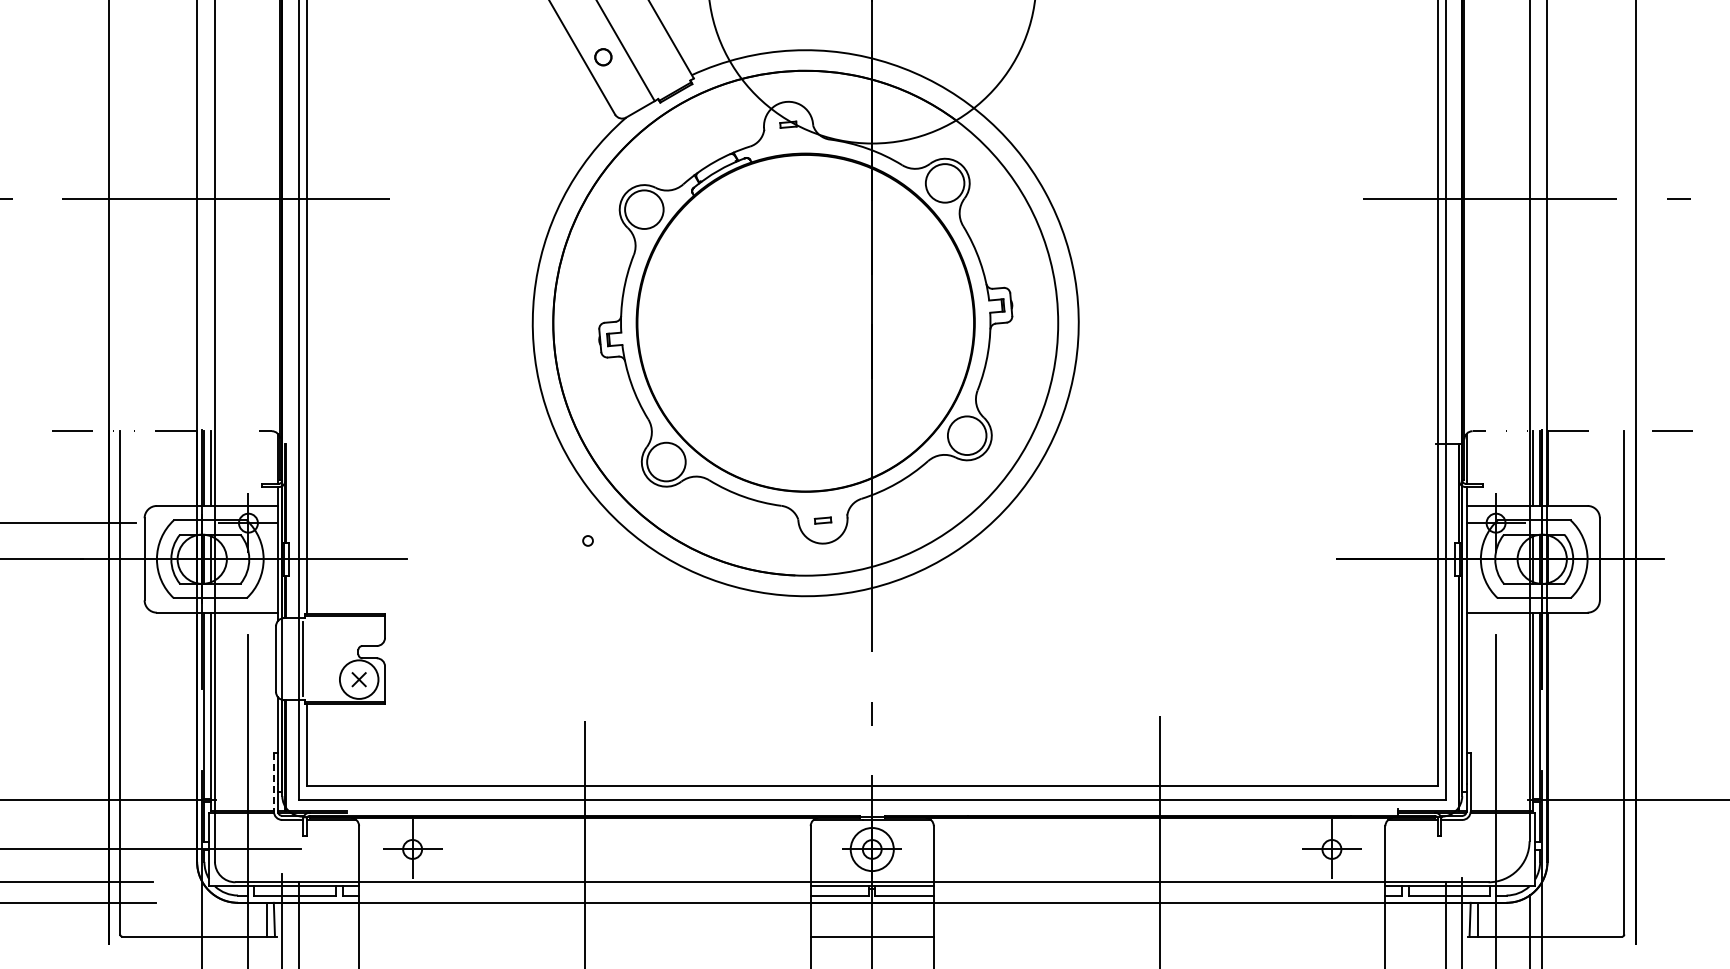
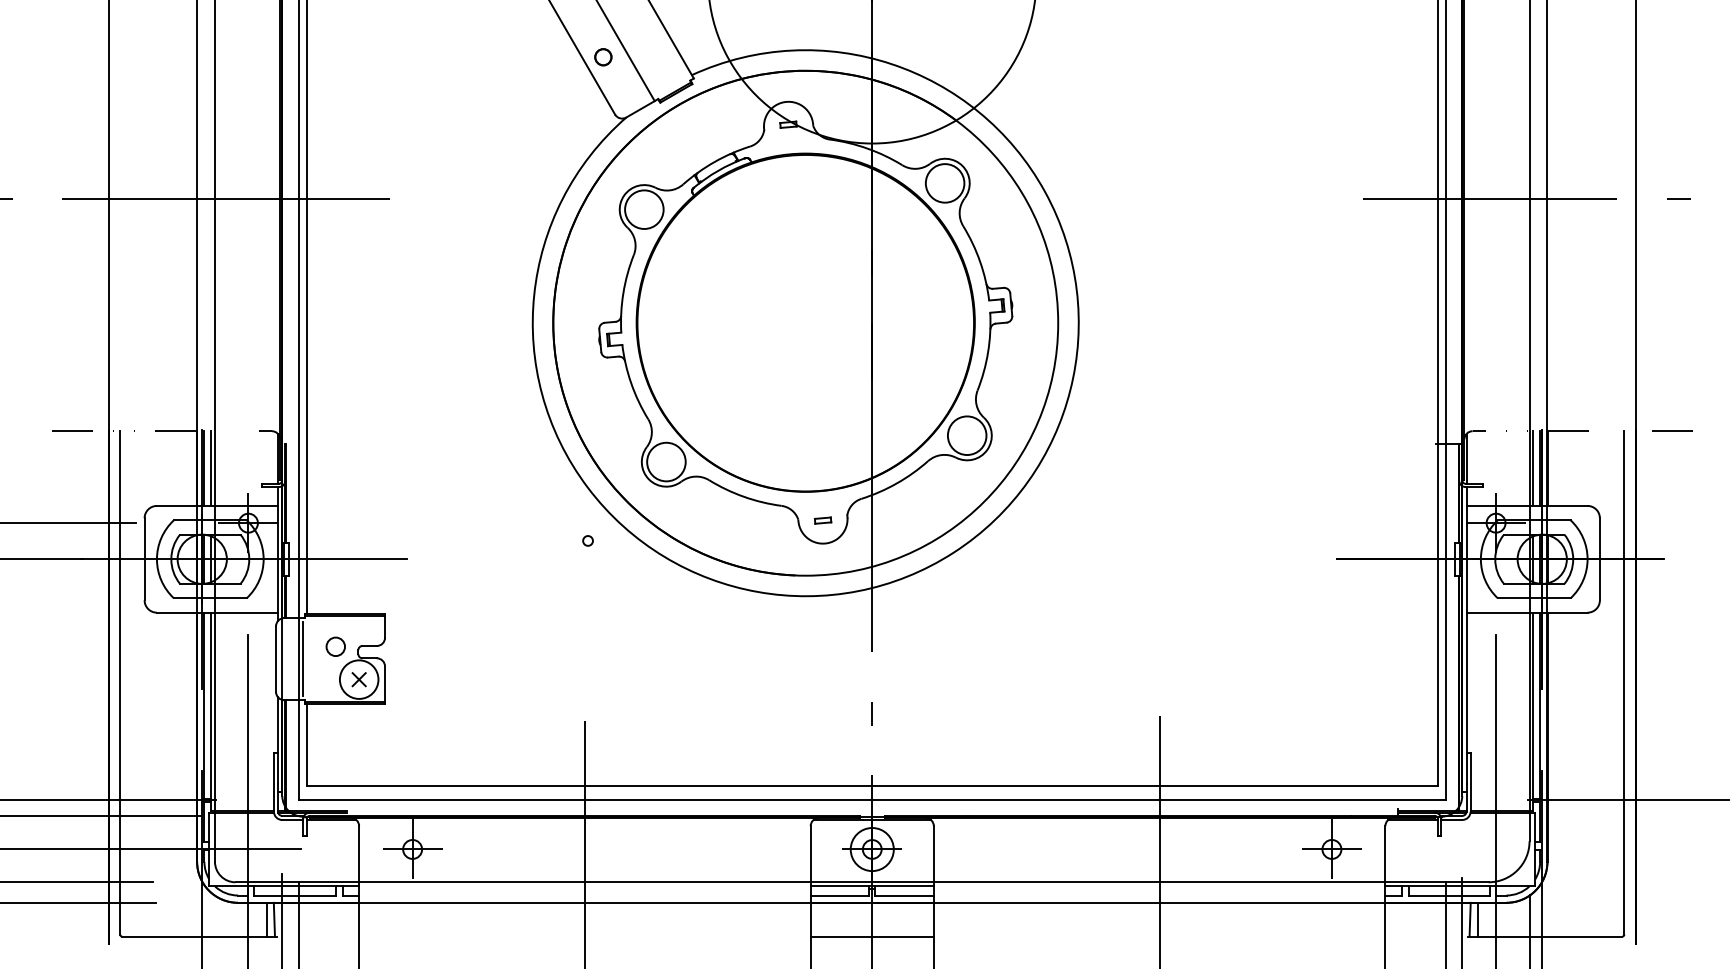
circle at (335, 646): none -> present
line at (273, 783): dashed -> solid
line at (101, 815): none -> present
